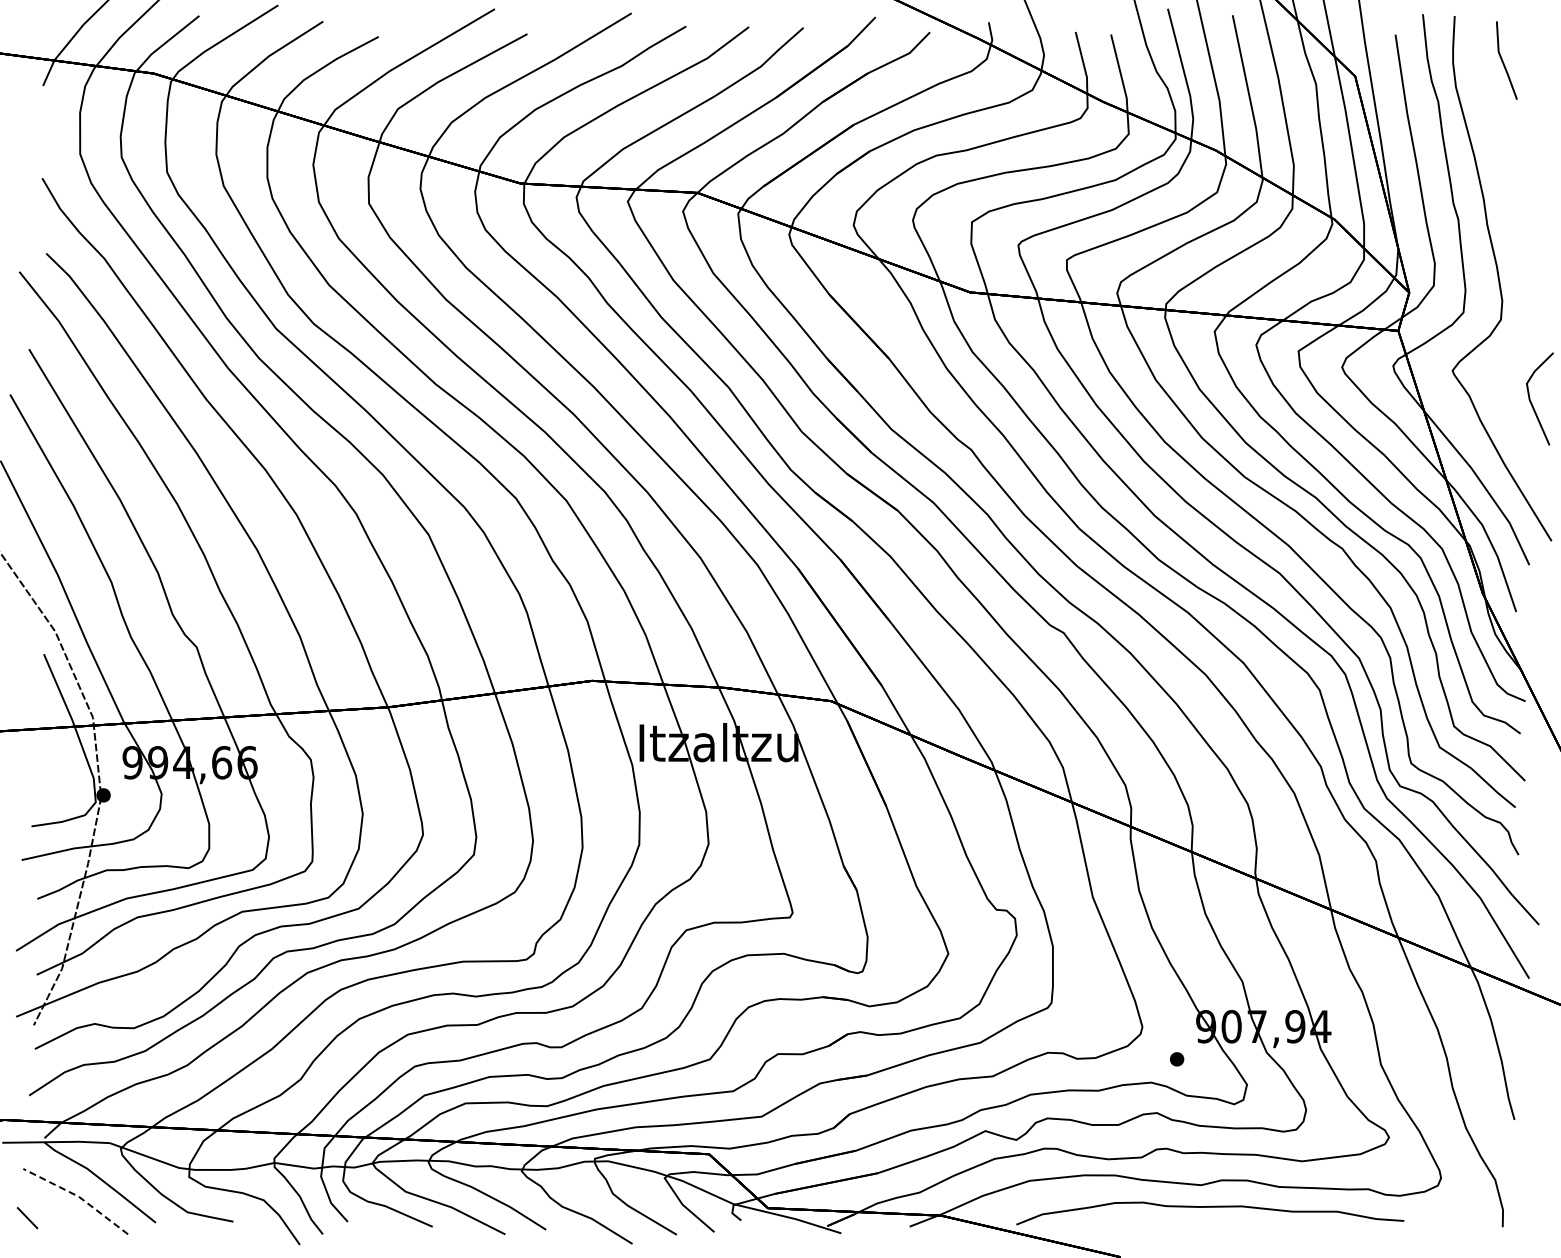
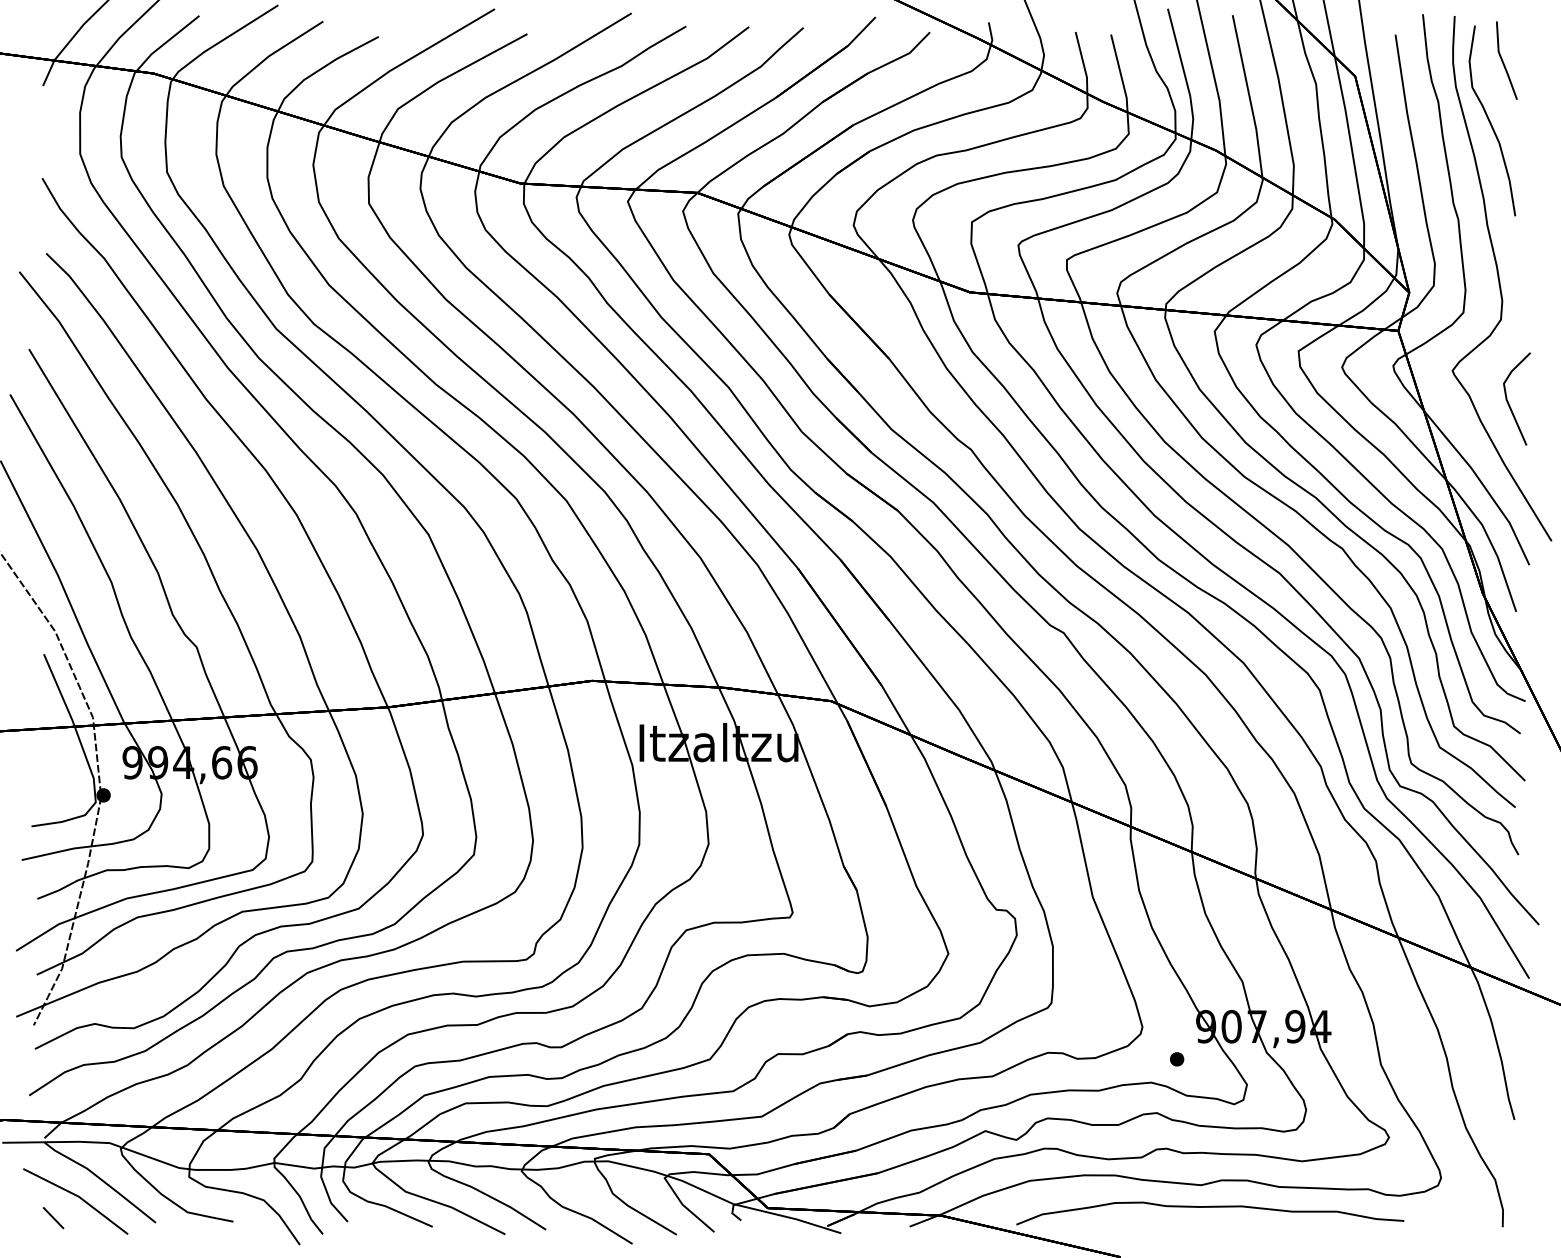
curve at (1490, 120): none -> present
line at (1531, 401) position: (1531, 401) -> (1508, 401)
line at (78, 1196): dashed -> solid
line at (27, 1218) position: (27, 1218) -> (53, 1218)
